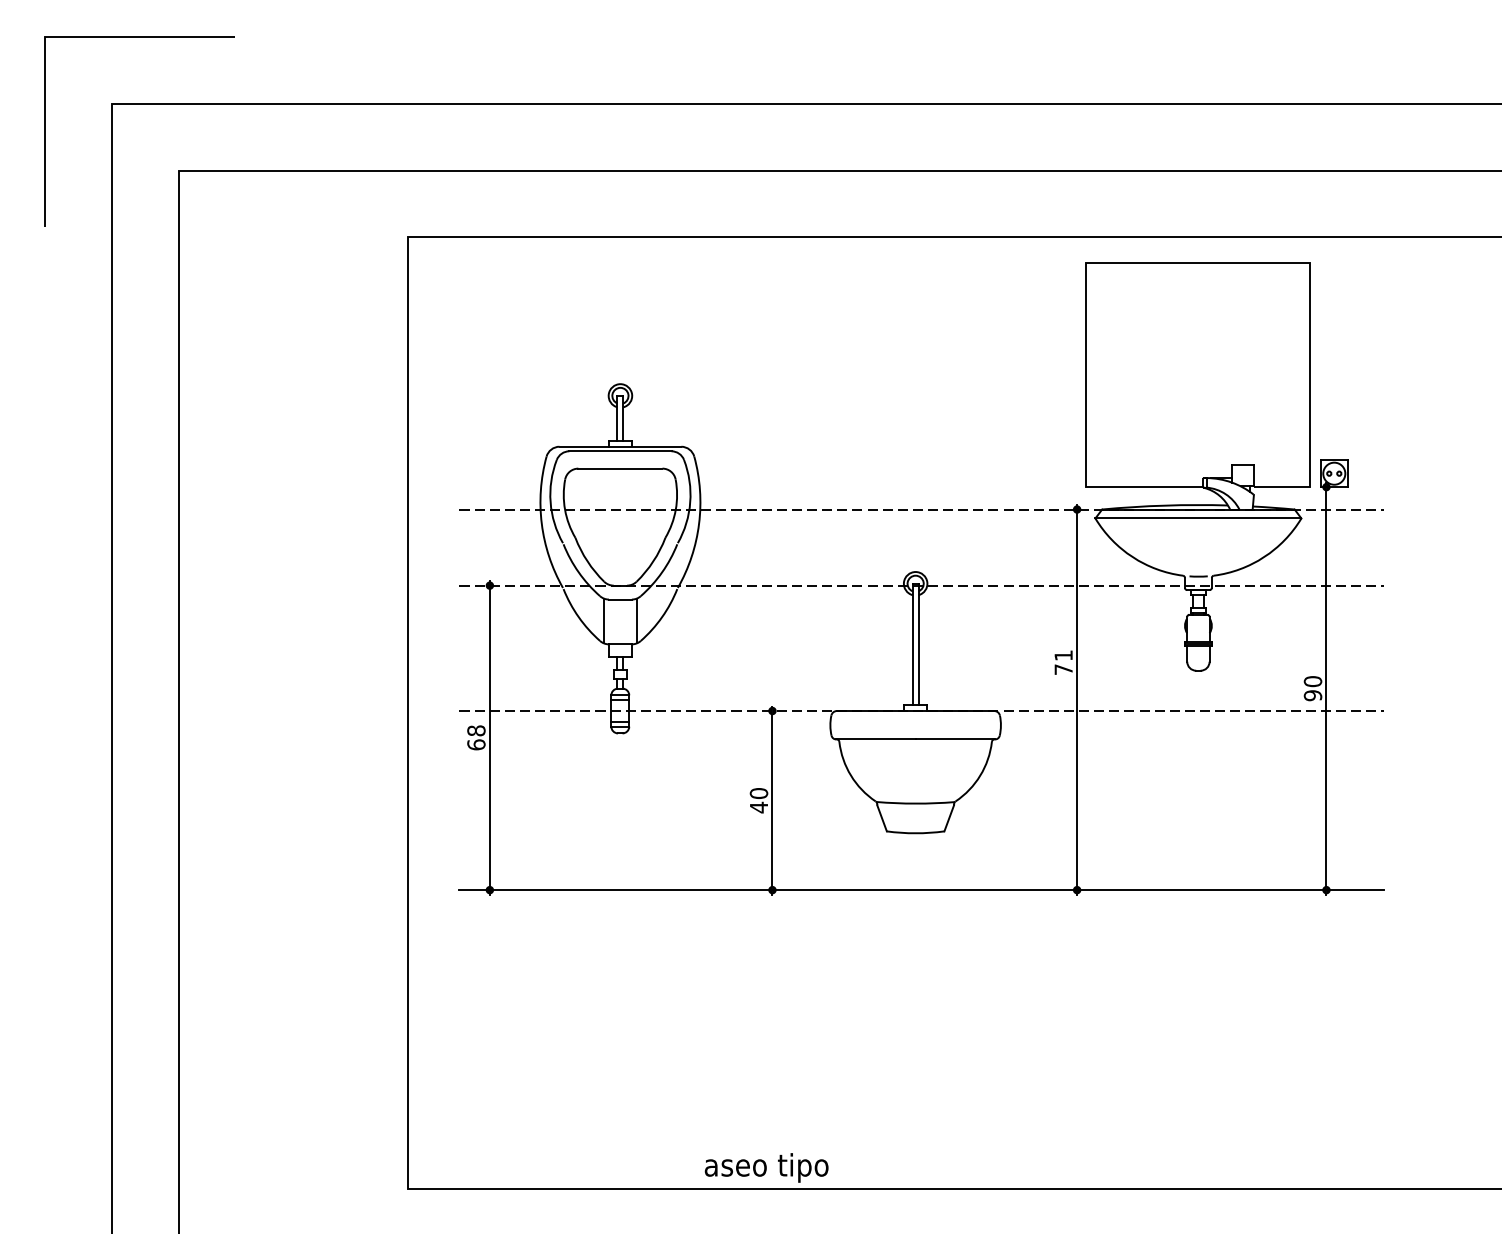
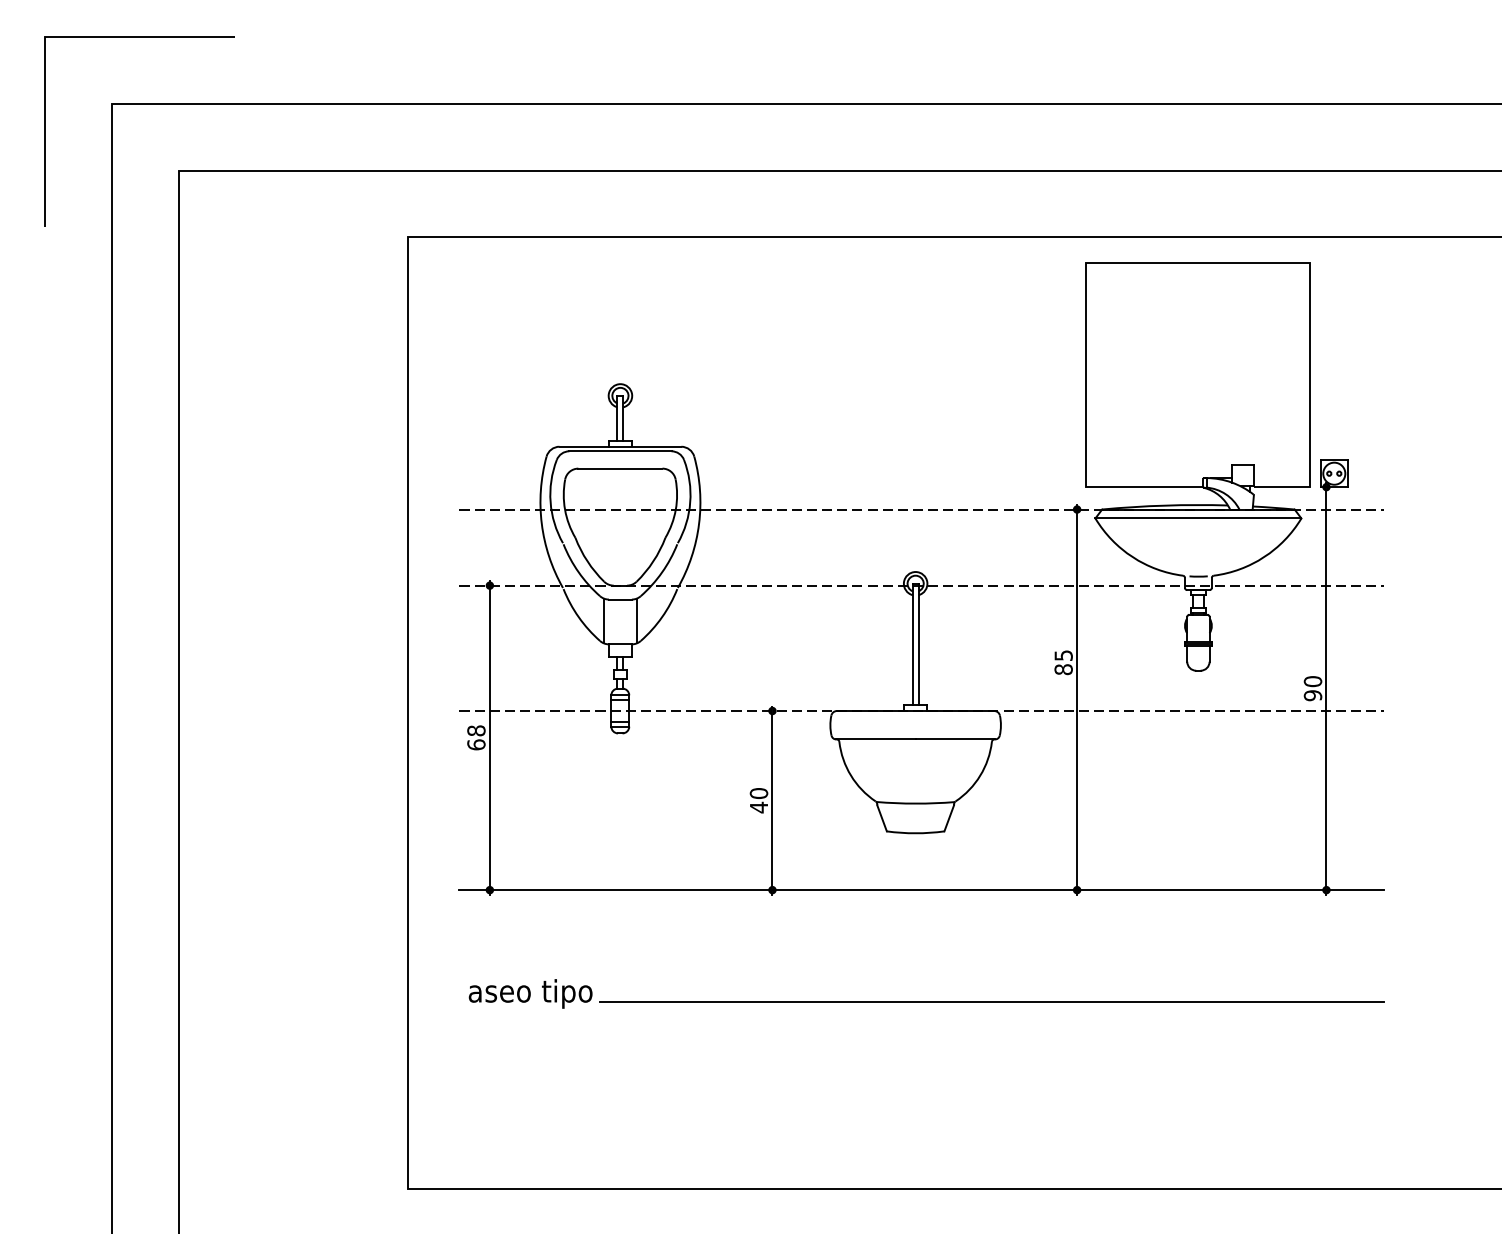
text at (1063, 662): 71 -> 85
line at (991, 1002): none -> present
text at (766, 1167) position: (766, 1167) -> (530, 993)
